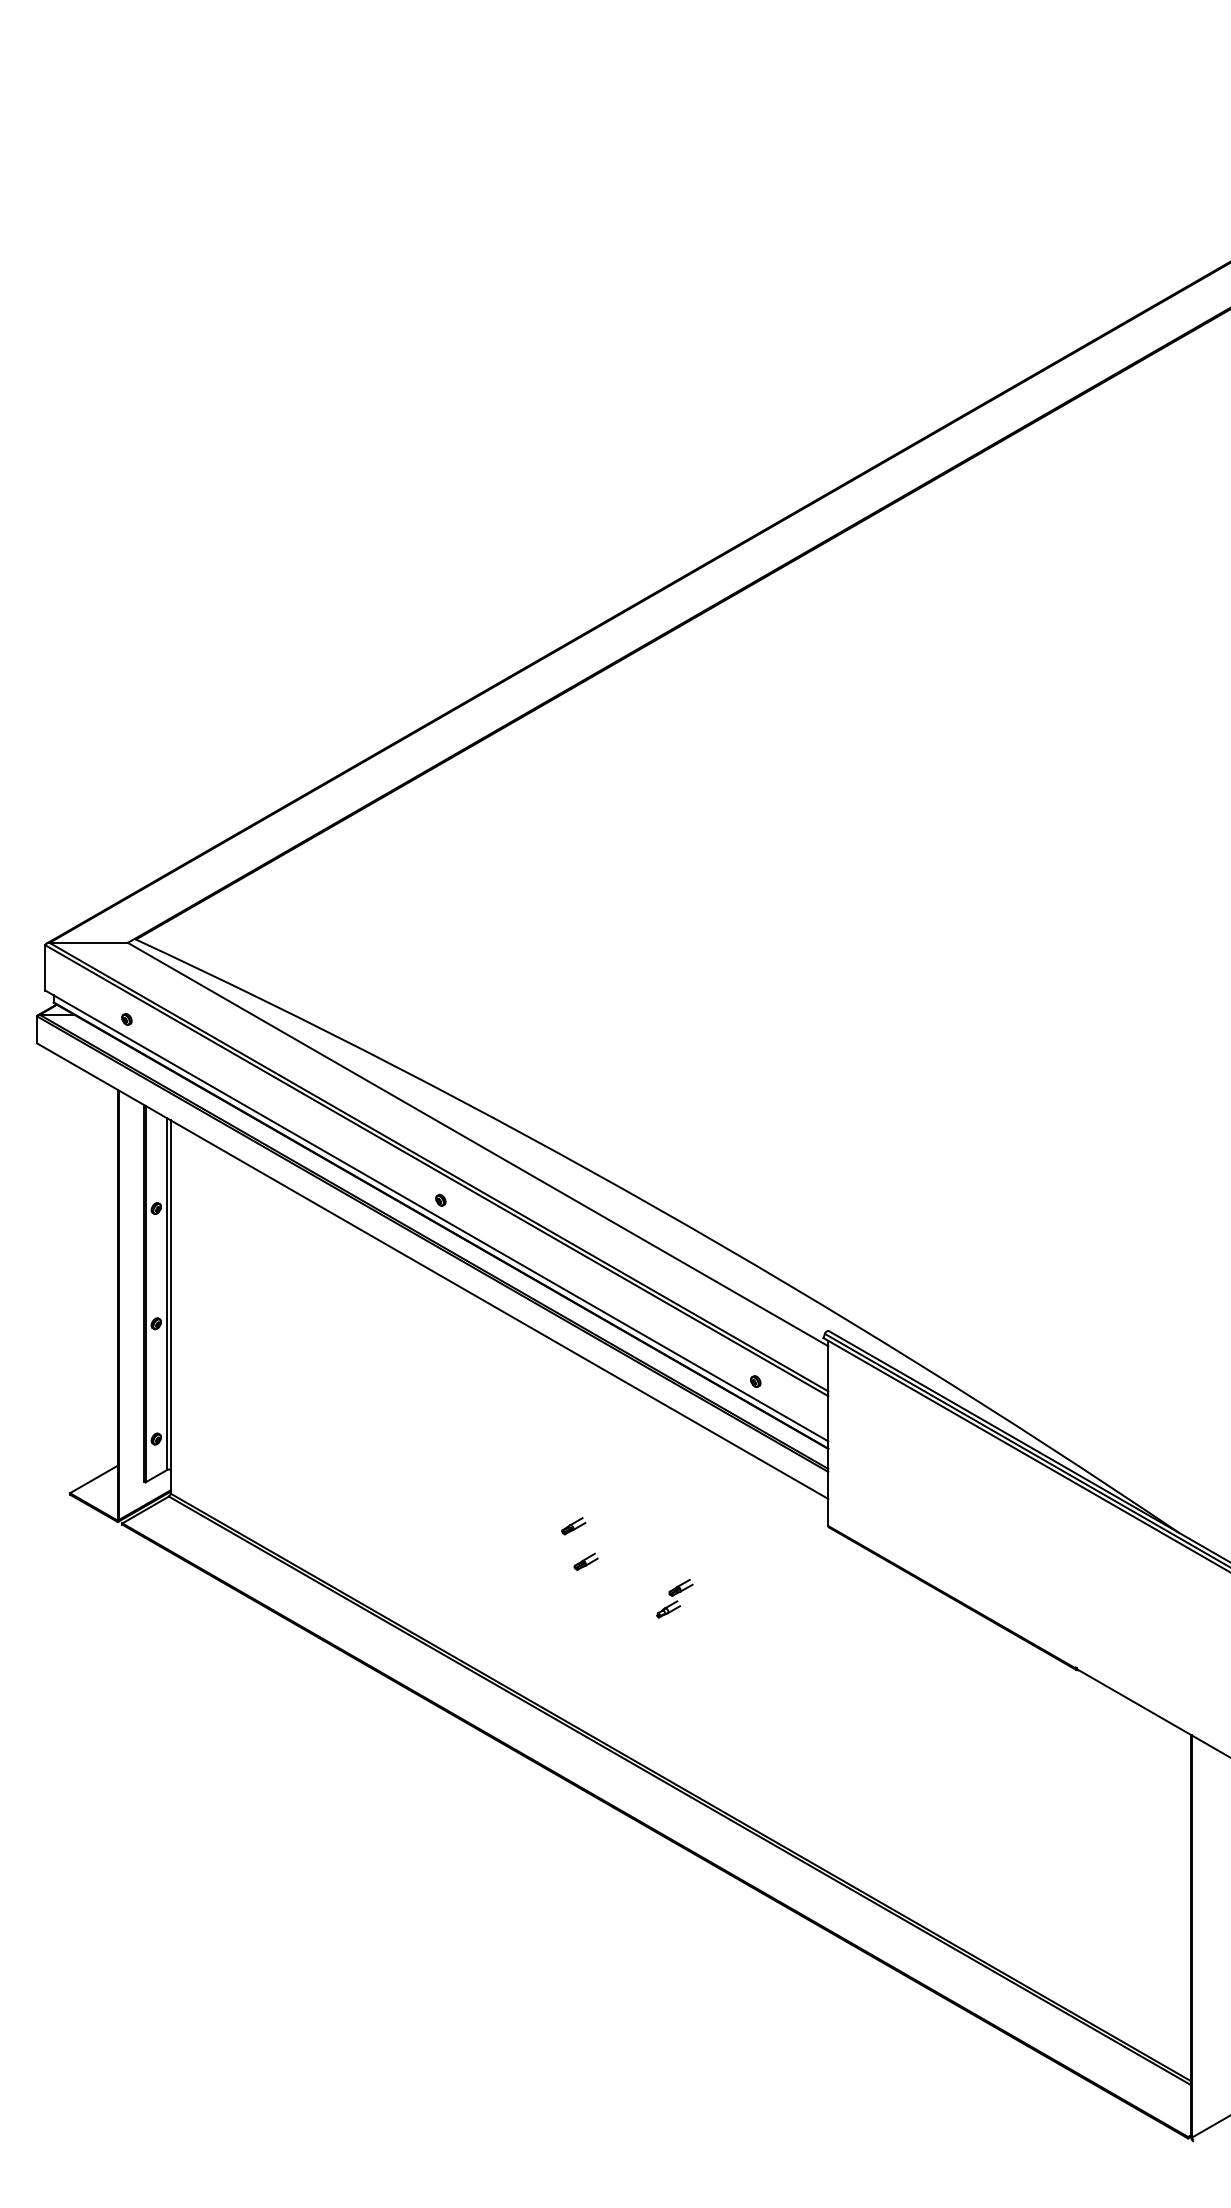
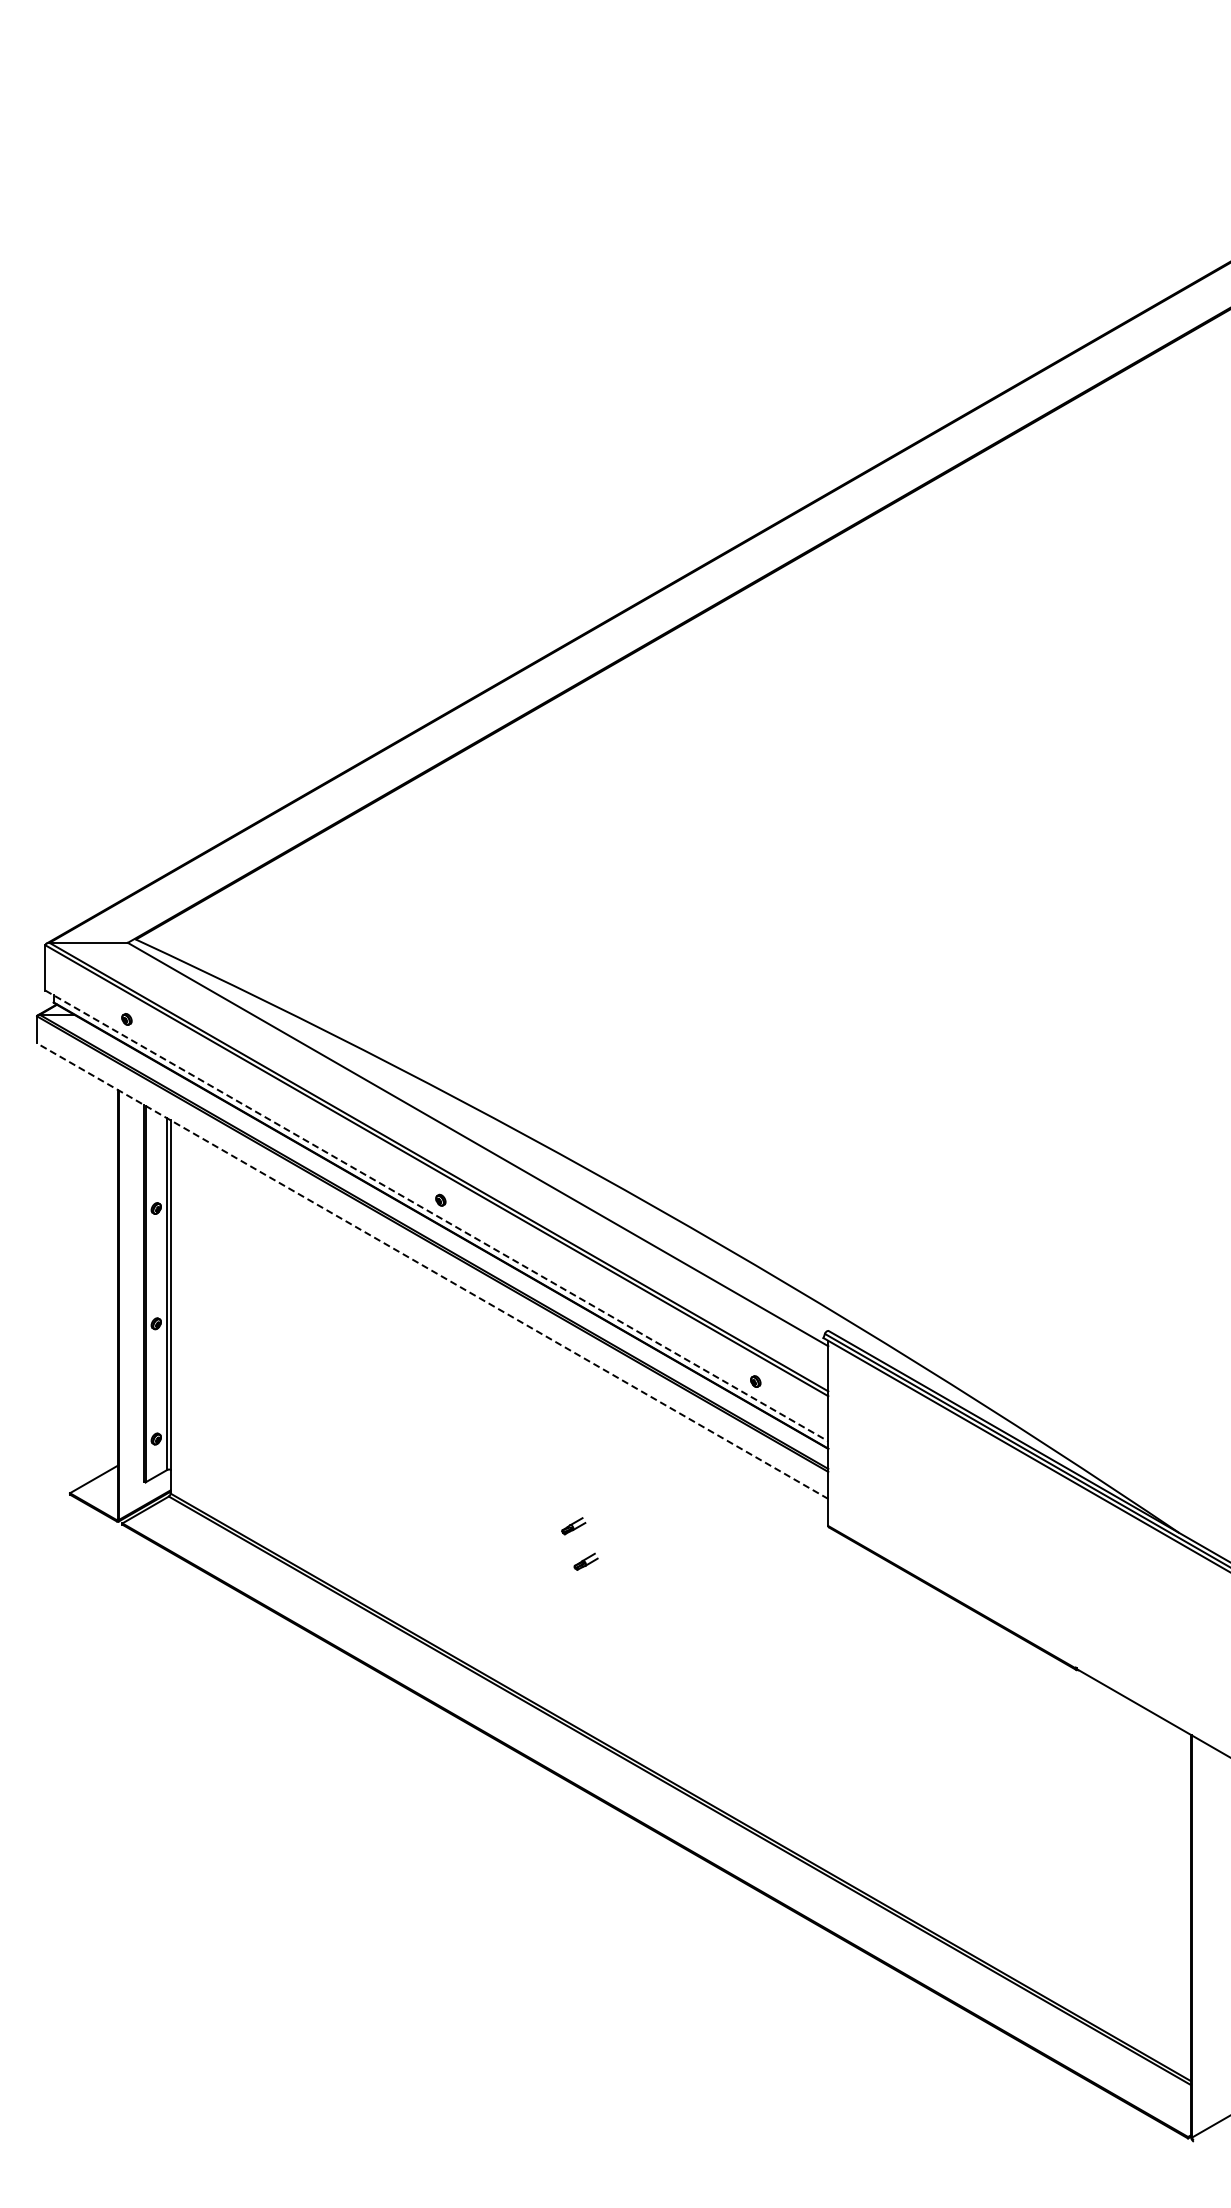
line at (436, 1215): solid -> dashed
line at (432, 1271): solid -> dashed
part at (674, 1598): present -> none
